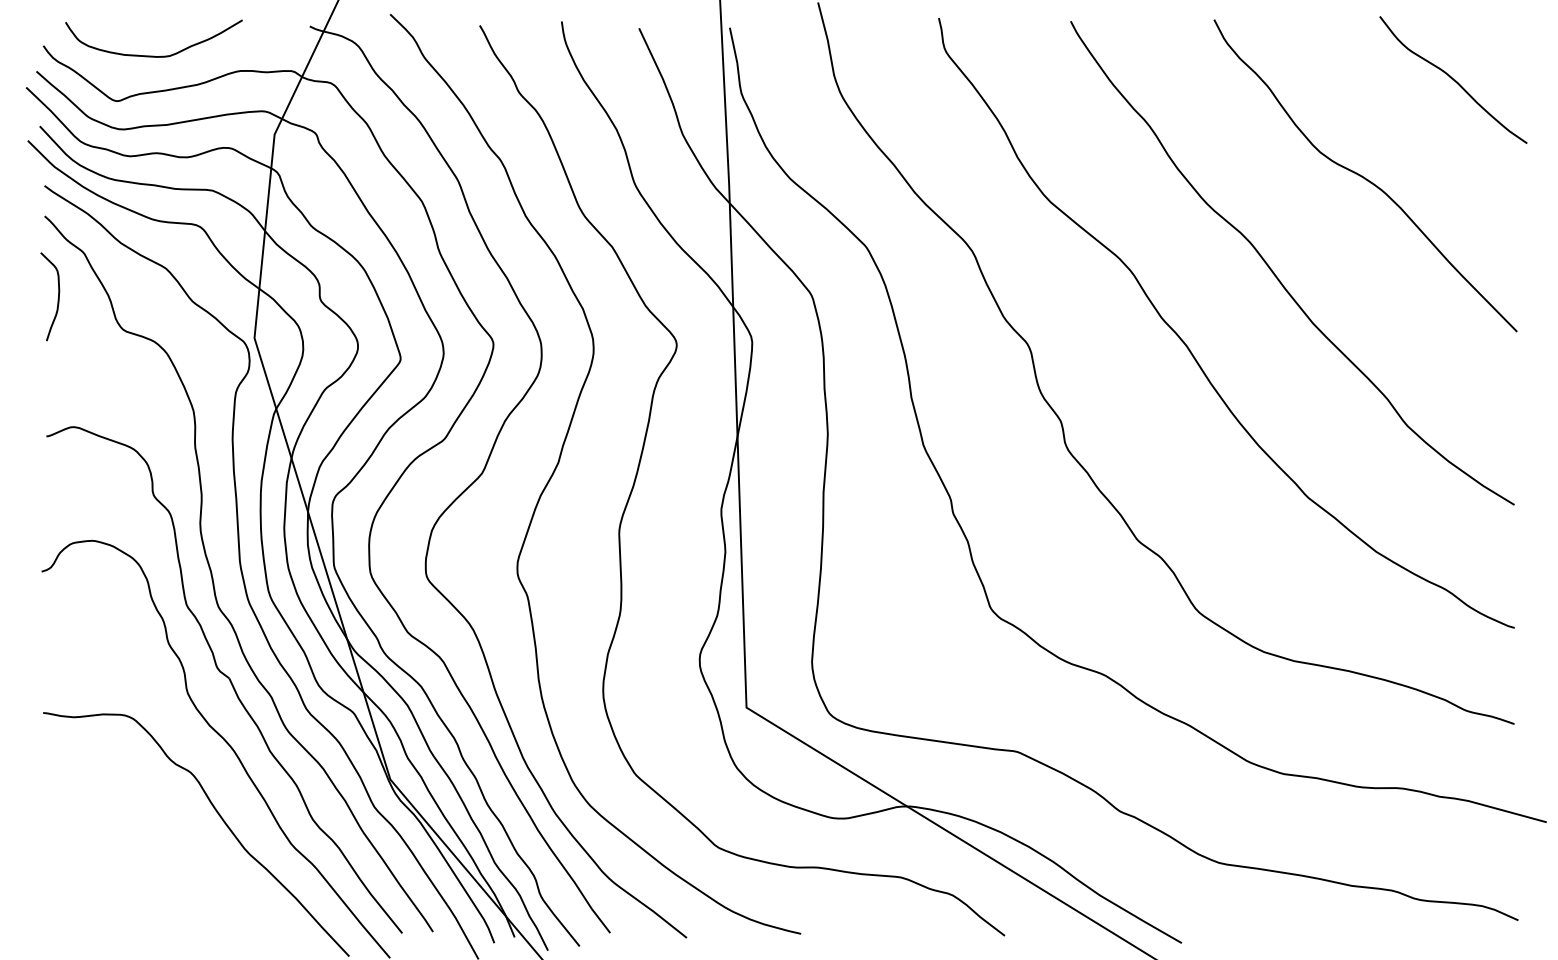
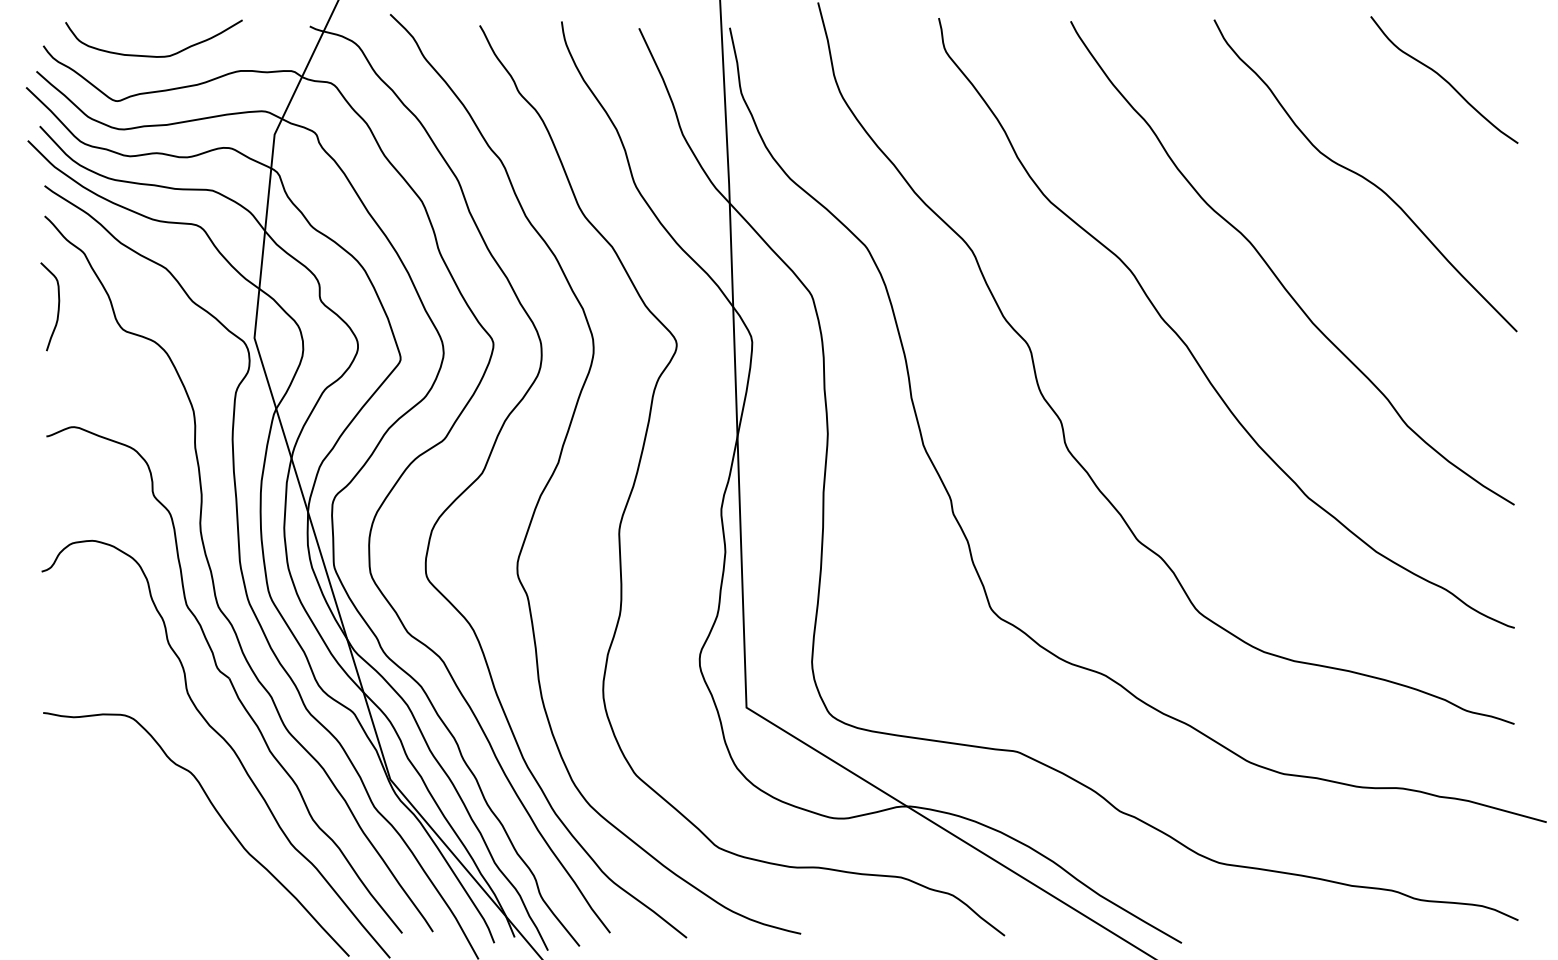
curve at (1453, 79) position: (1453, 79) -> (1444, 79)
curve at (57, 298) position: (57, 298) -> (57, 308)
